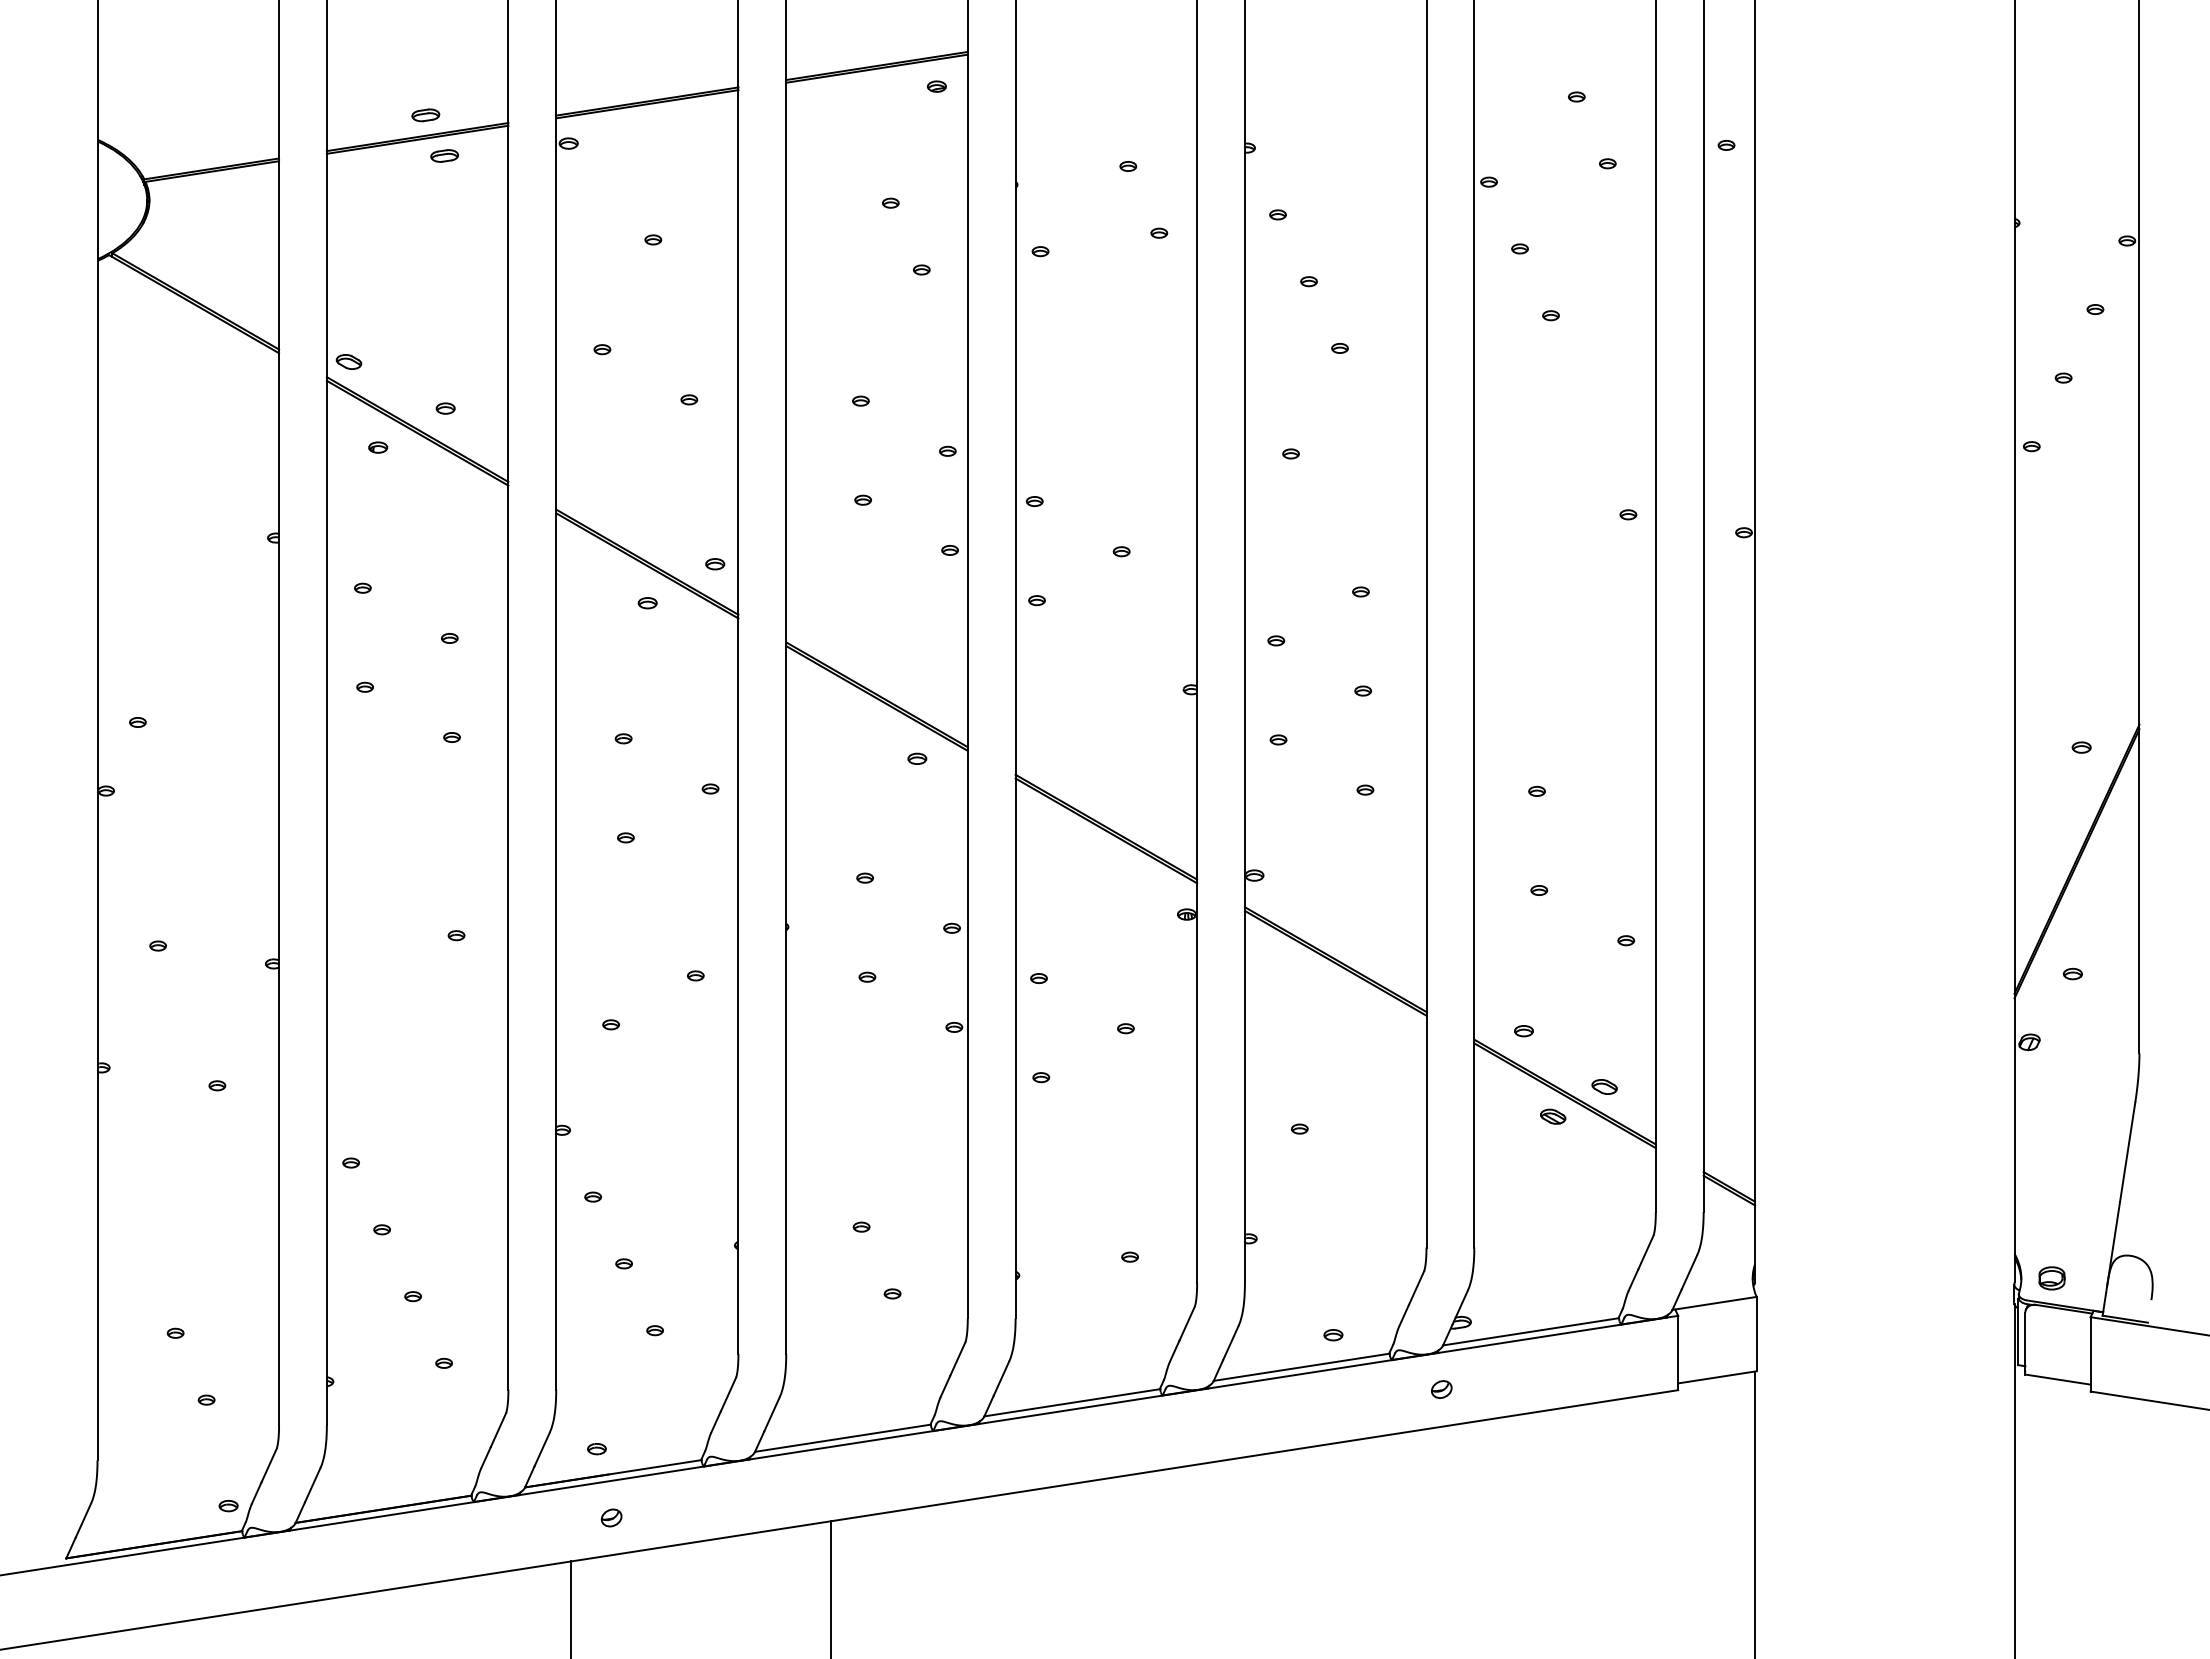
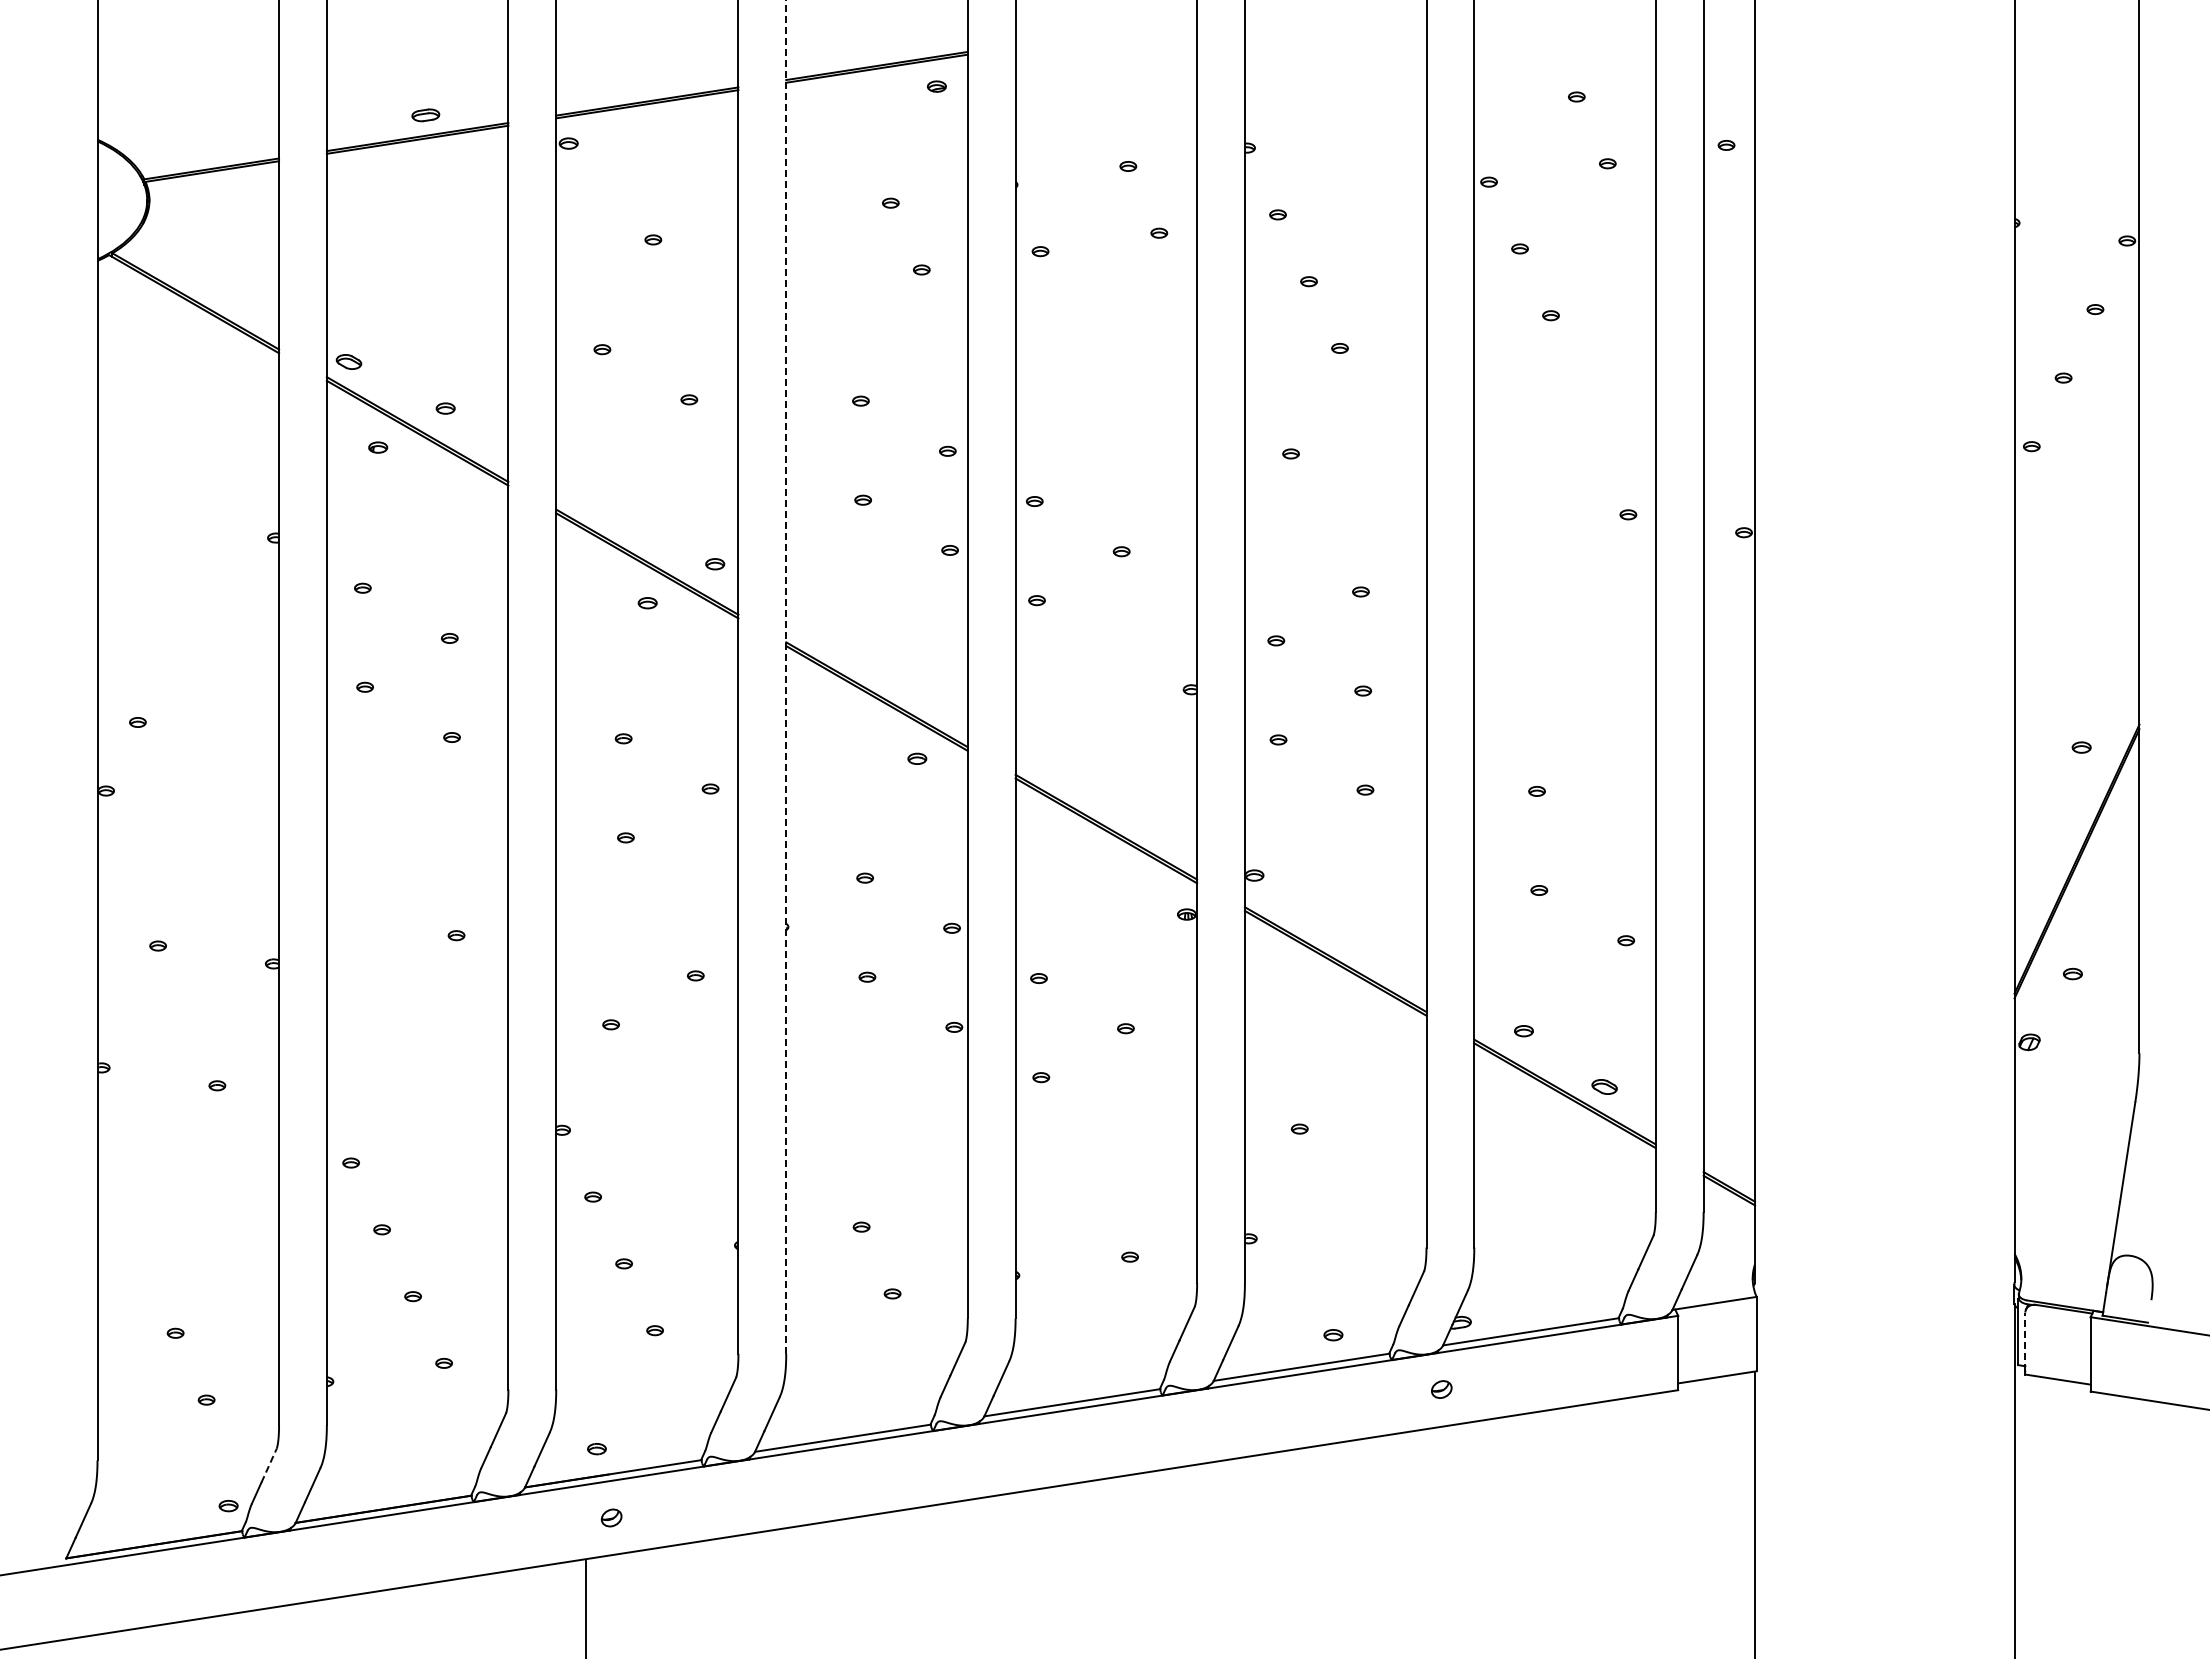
part at (444, 155): present -> none
line at (786, 677): solid -> dashed
part at (1553, 1116): present -> none
part at (2051, 1278): present -> none
line at (2025, 1341): solid -> dashed
line at (269, 1465): solid -> dashed
line at (830, 1588): present -> none
line at (571, 1608) position: (571, 1608) -> (586, 1608)
